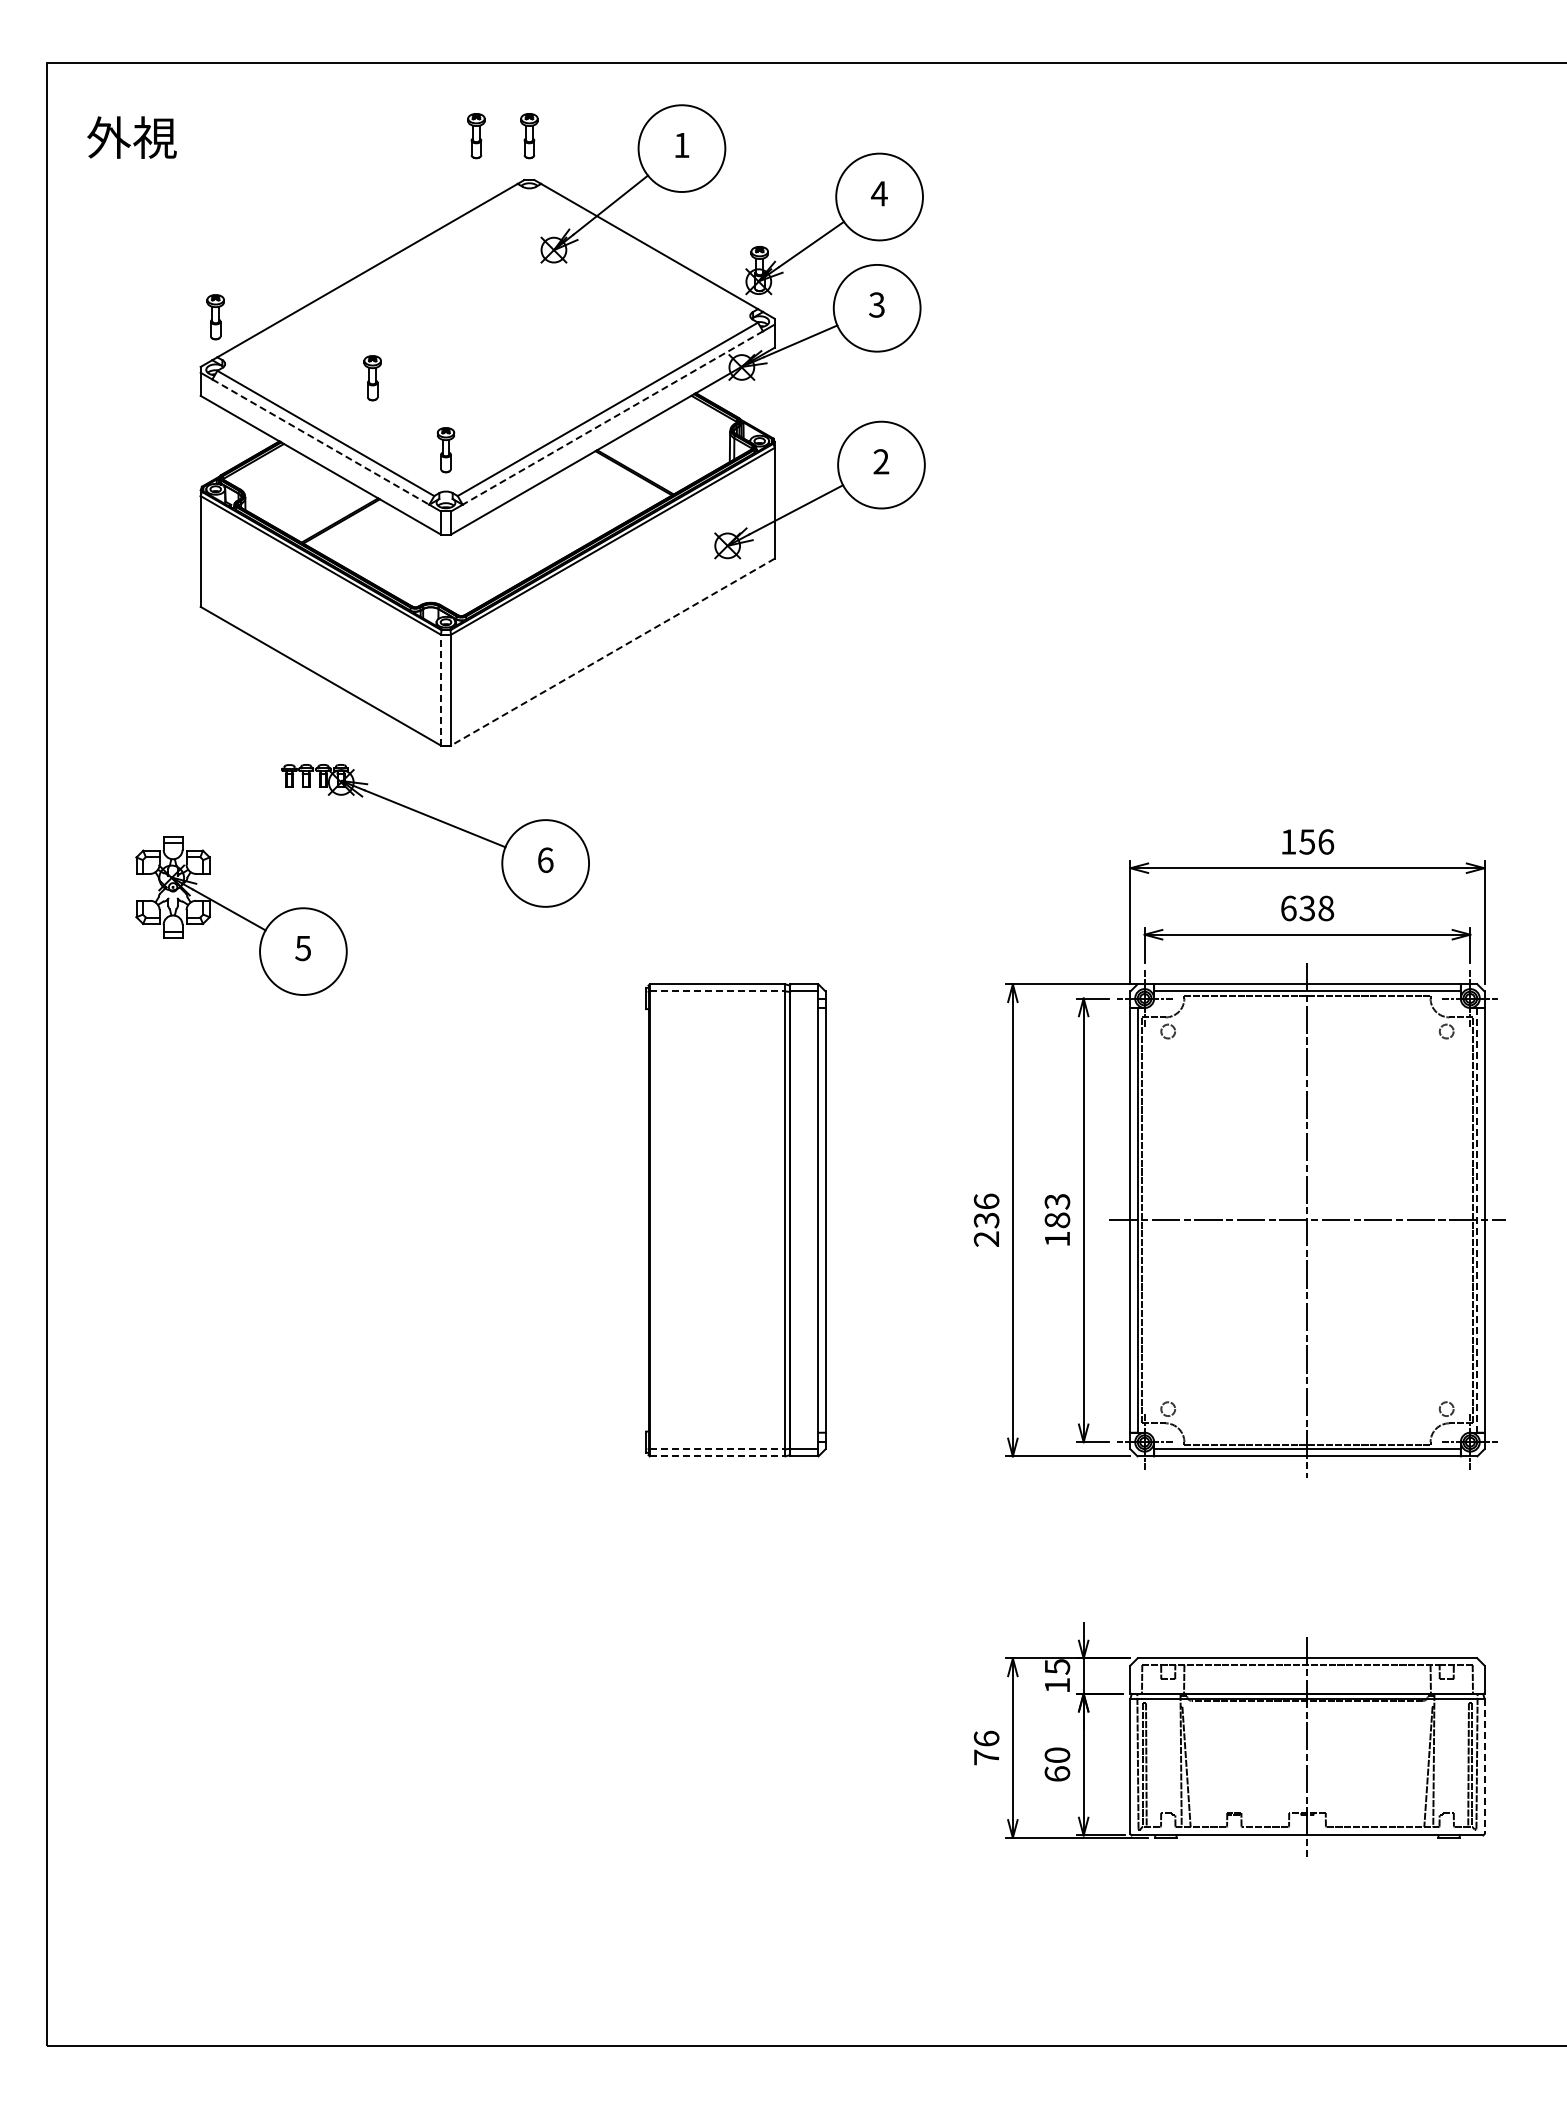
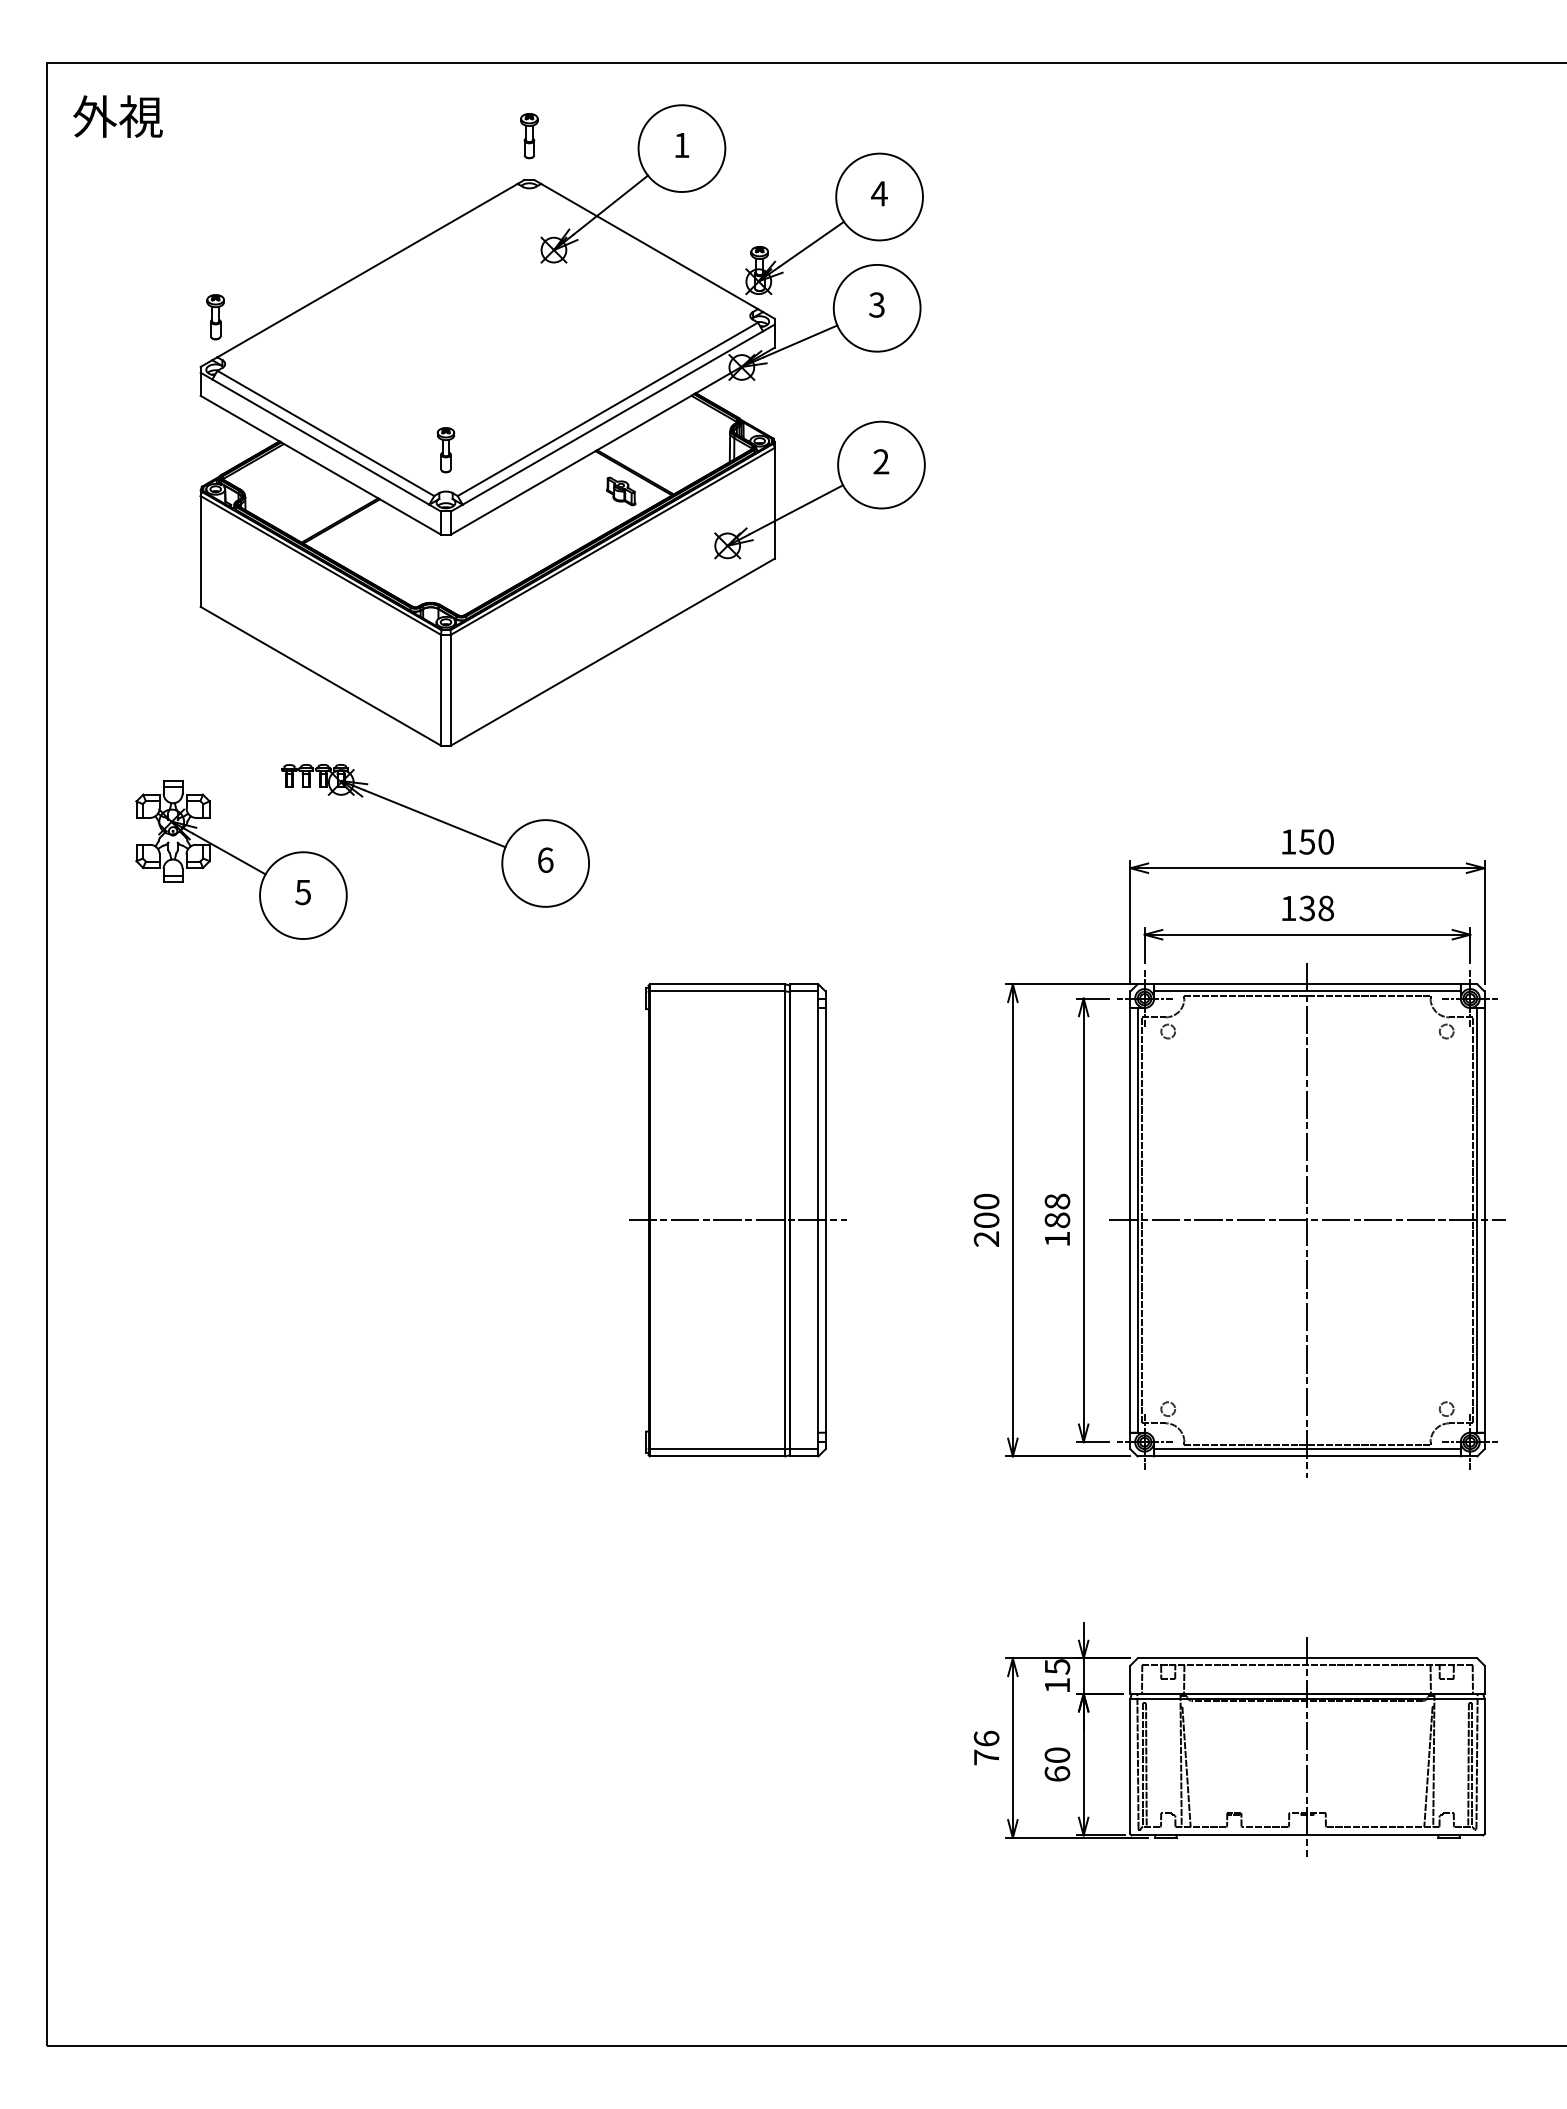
part at (476, 136): present -> none
text at (131, 137) position: (131, 137) -> (117, 116)
part at (372, 378): present -> none
line at (612, 418): dashed -> solid
line at (321, 442): dashed -> solid
part at (621, 491): none -> present
line at (612, 652): dashed -> solid
line at (441, 689): dashed -> solid
text at (1326, 841): 156 -> 150
text at (1288, 908): 638 -> 138
part at (241, 915) position: (241, 915) -> (241, 859)
line at (717, 991): dashed -> solid
text at (1057, 1201): 183 -> 188
text at (986, 1210): 236 -> 200
line at (1477, 1219): dashed -> solid
line at (737, 1220): none -> present
line at (717, 1449): dashed -> solid
line at (717, 1456): dashed -> solid
line at (1484, 1766): dashed -> solid
